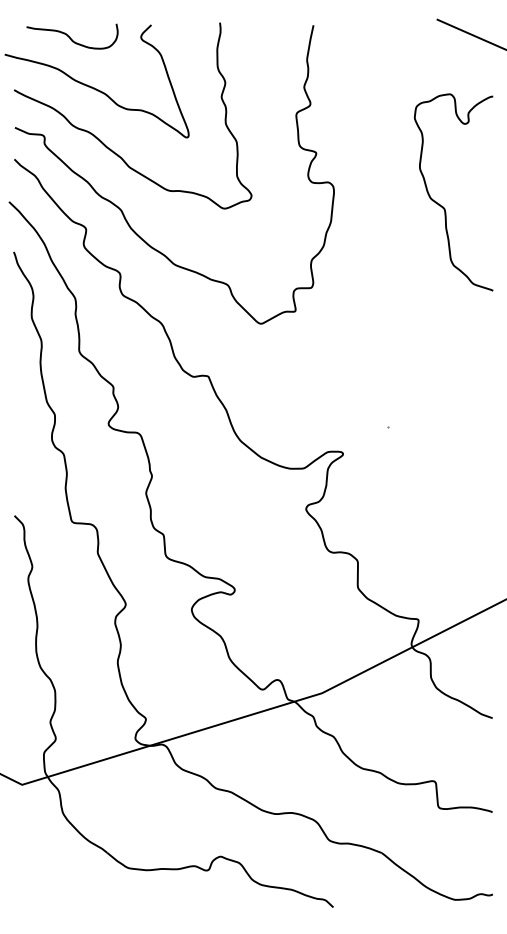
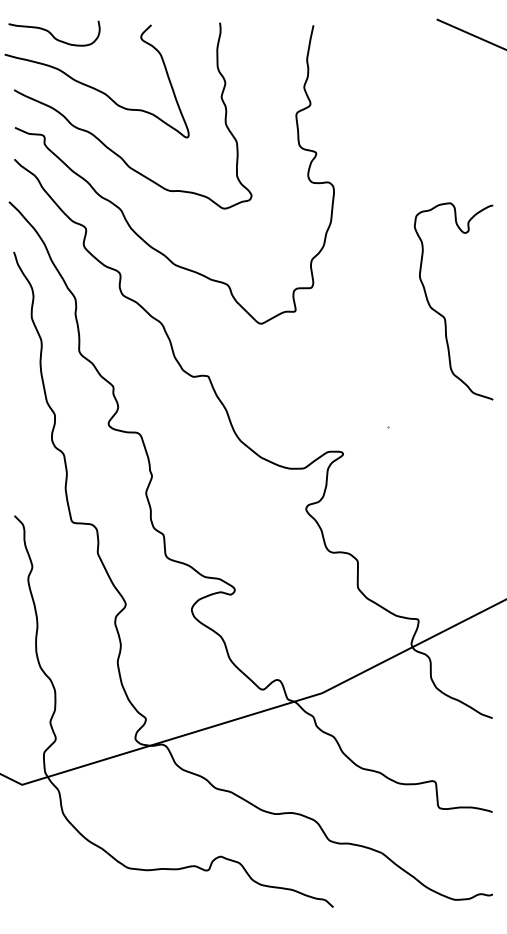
curve at (70, 37) position: (70, 37) -> (52, 34)
curve at (443, 206) position: (443, 206) -> (443, 315)
